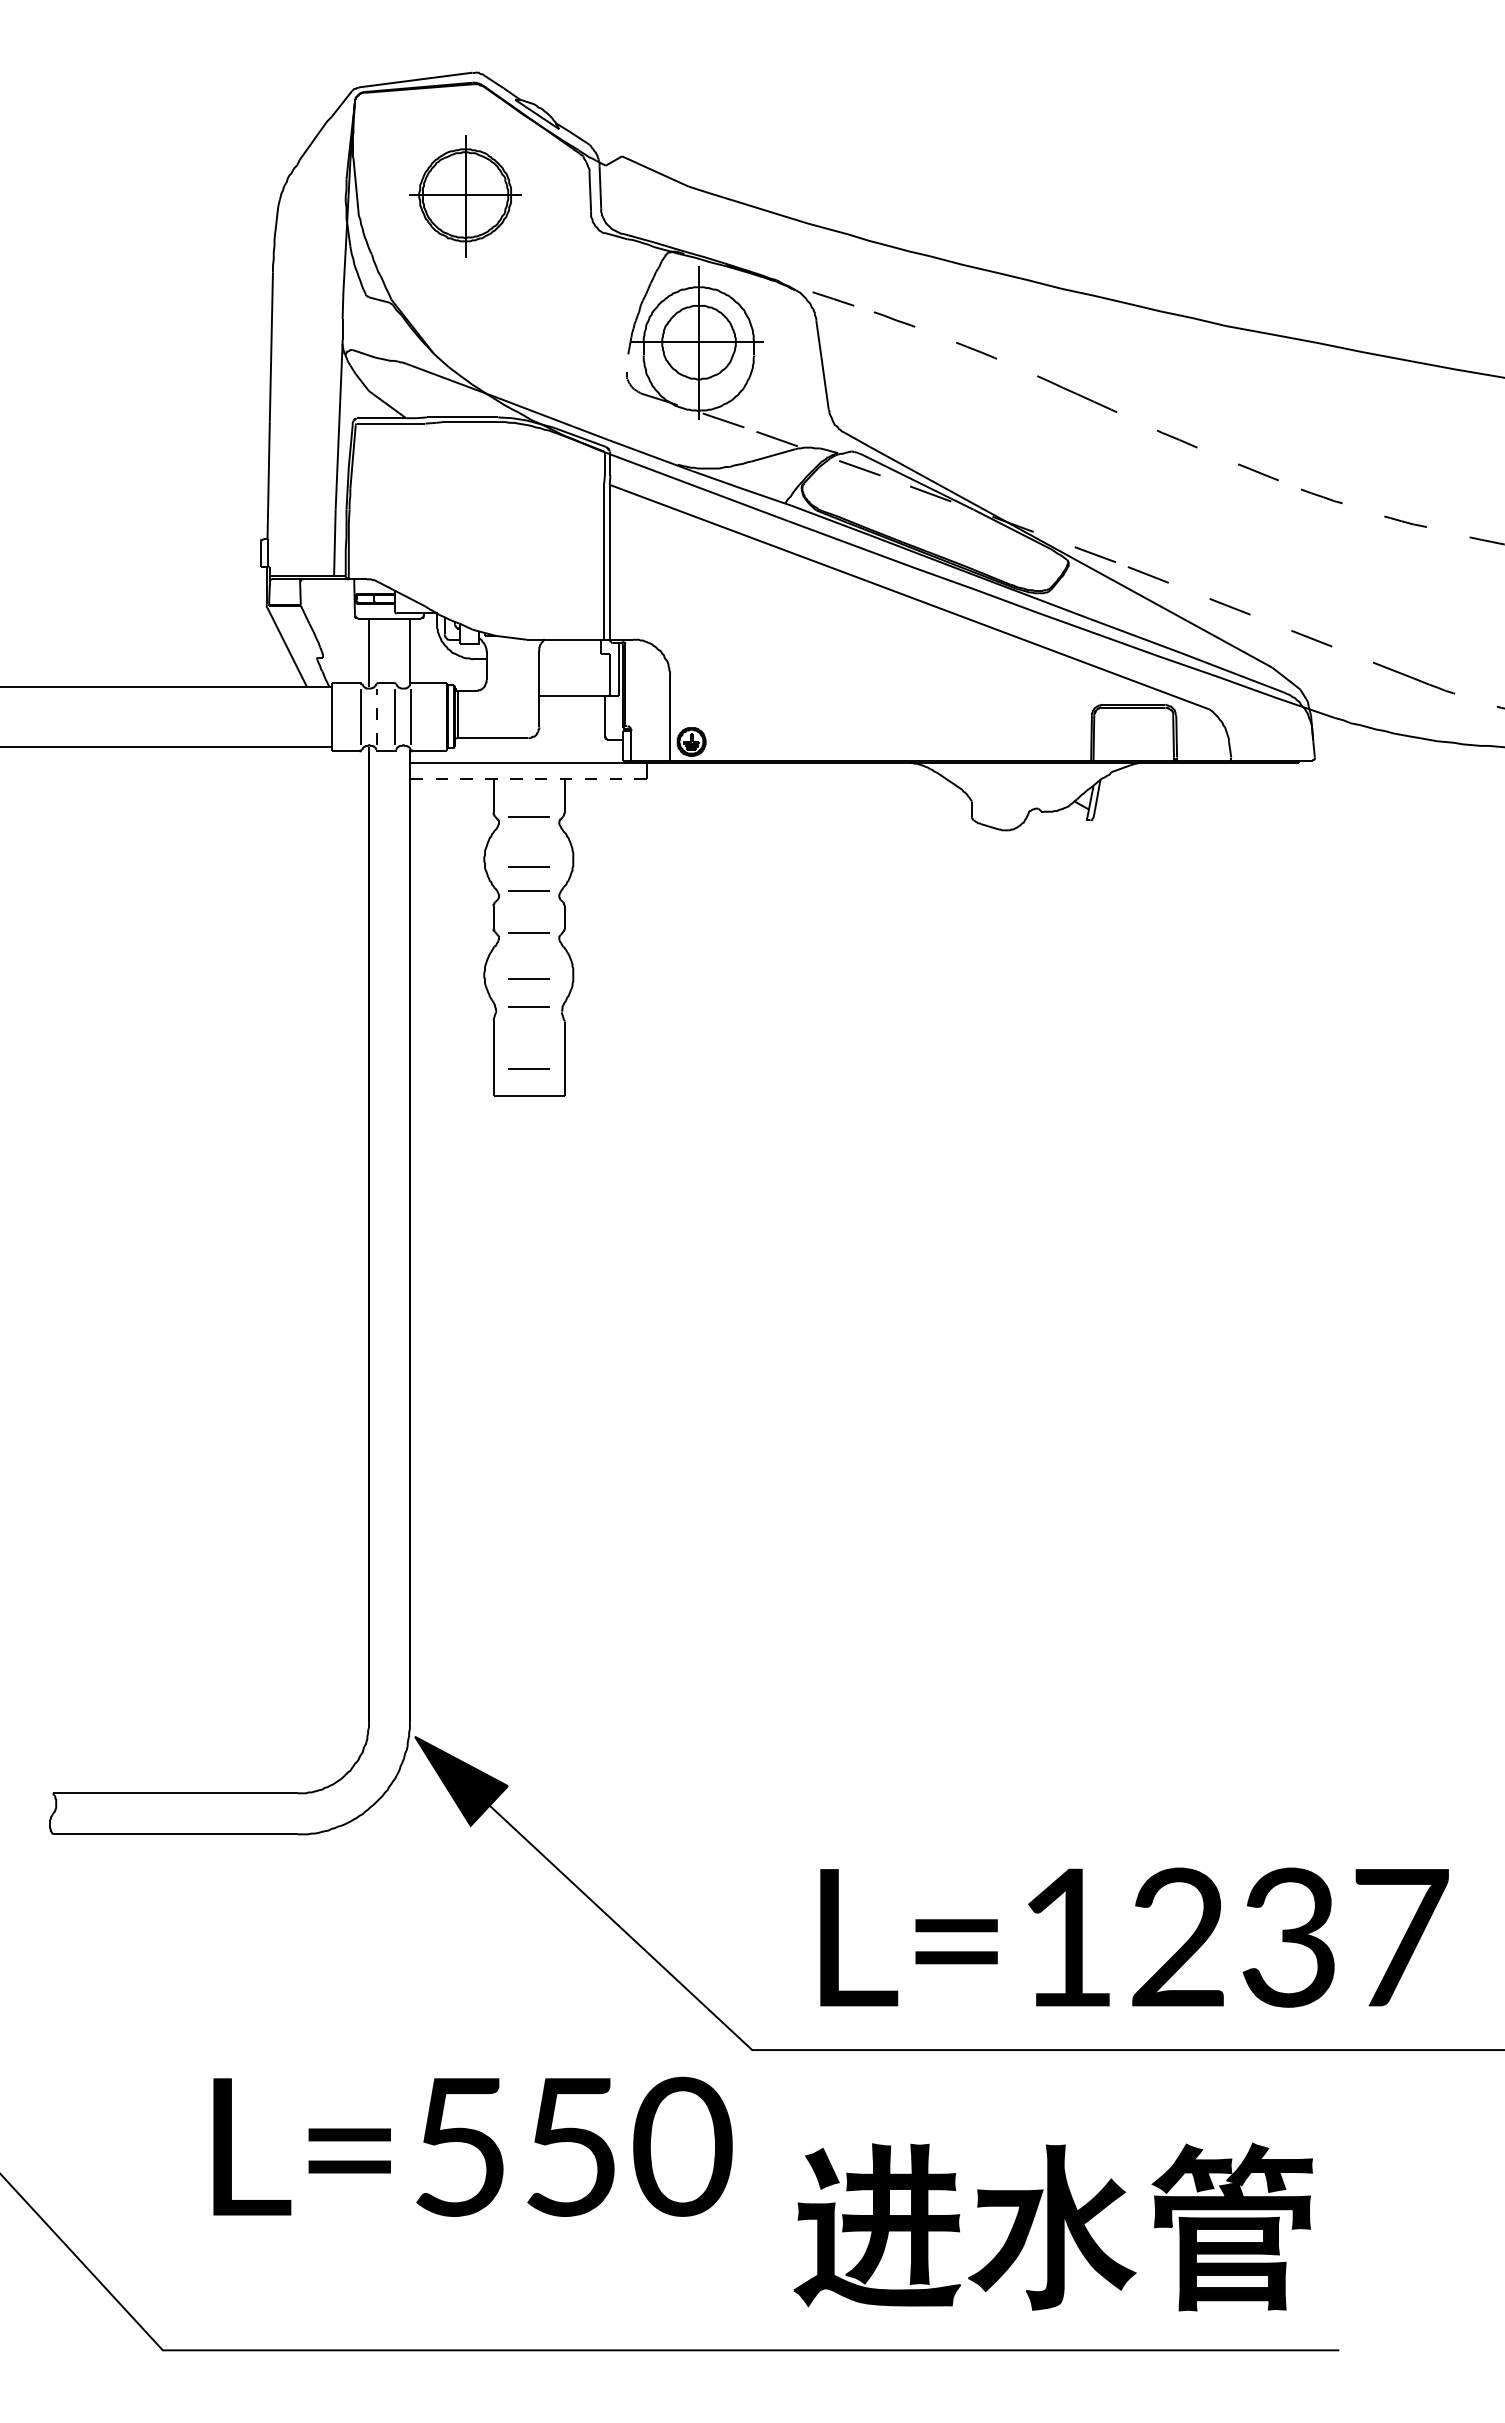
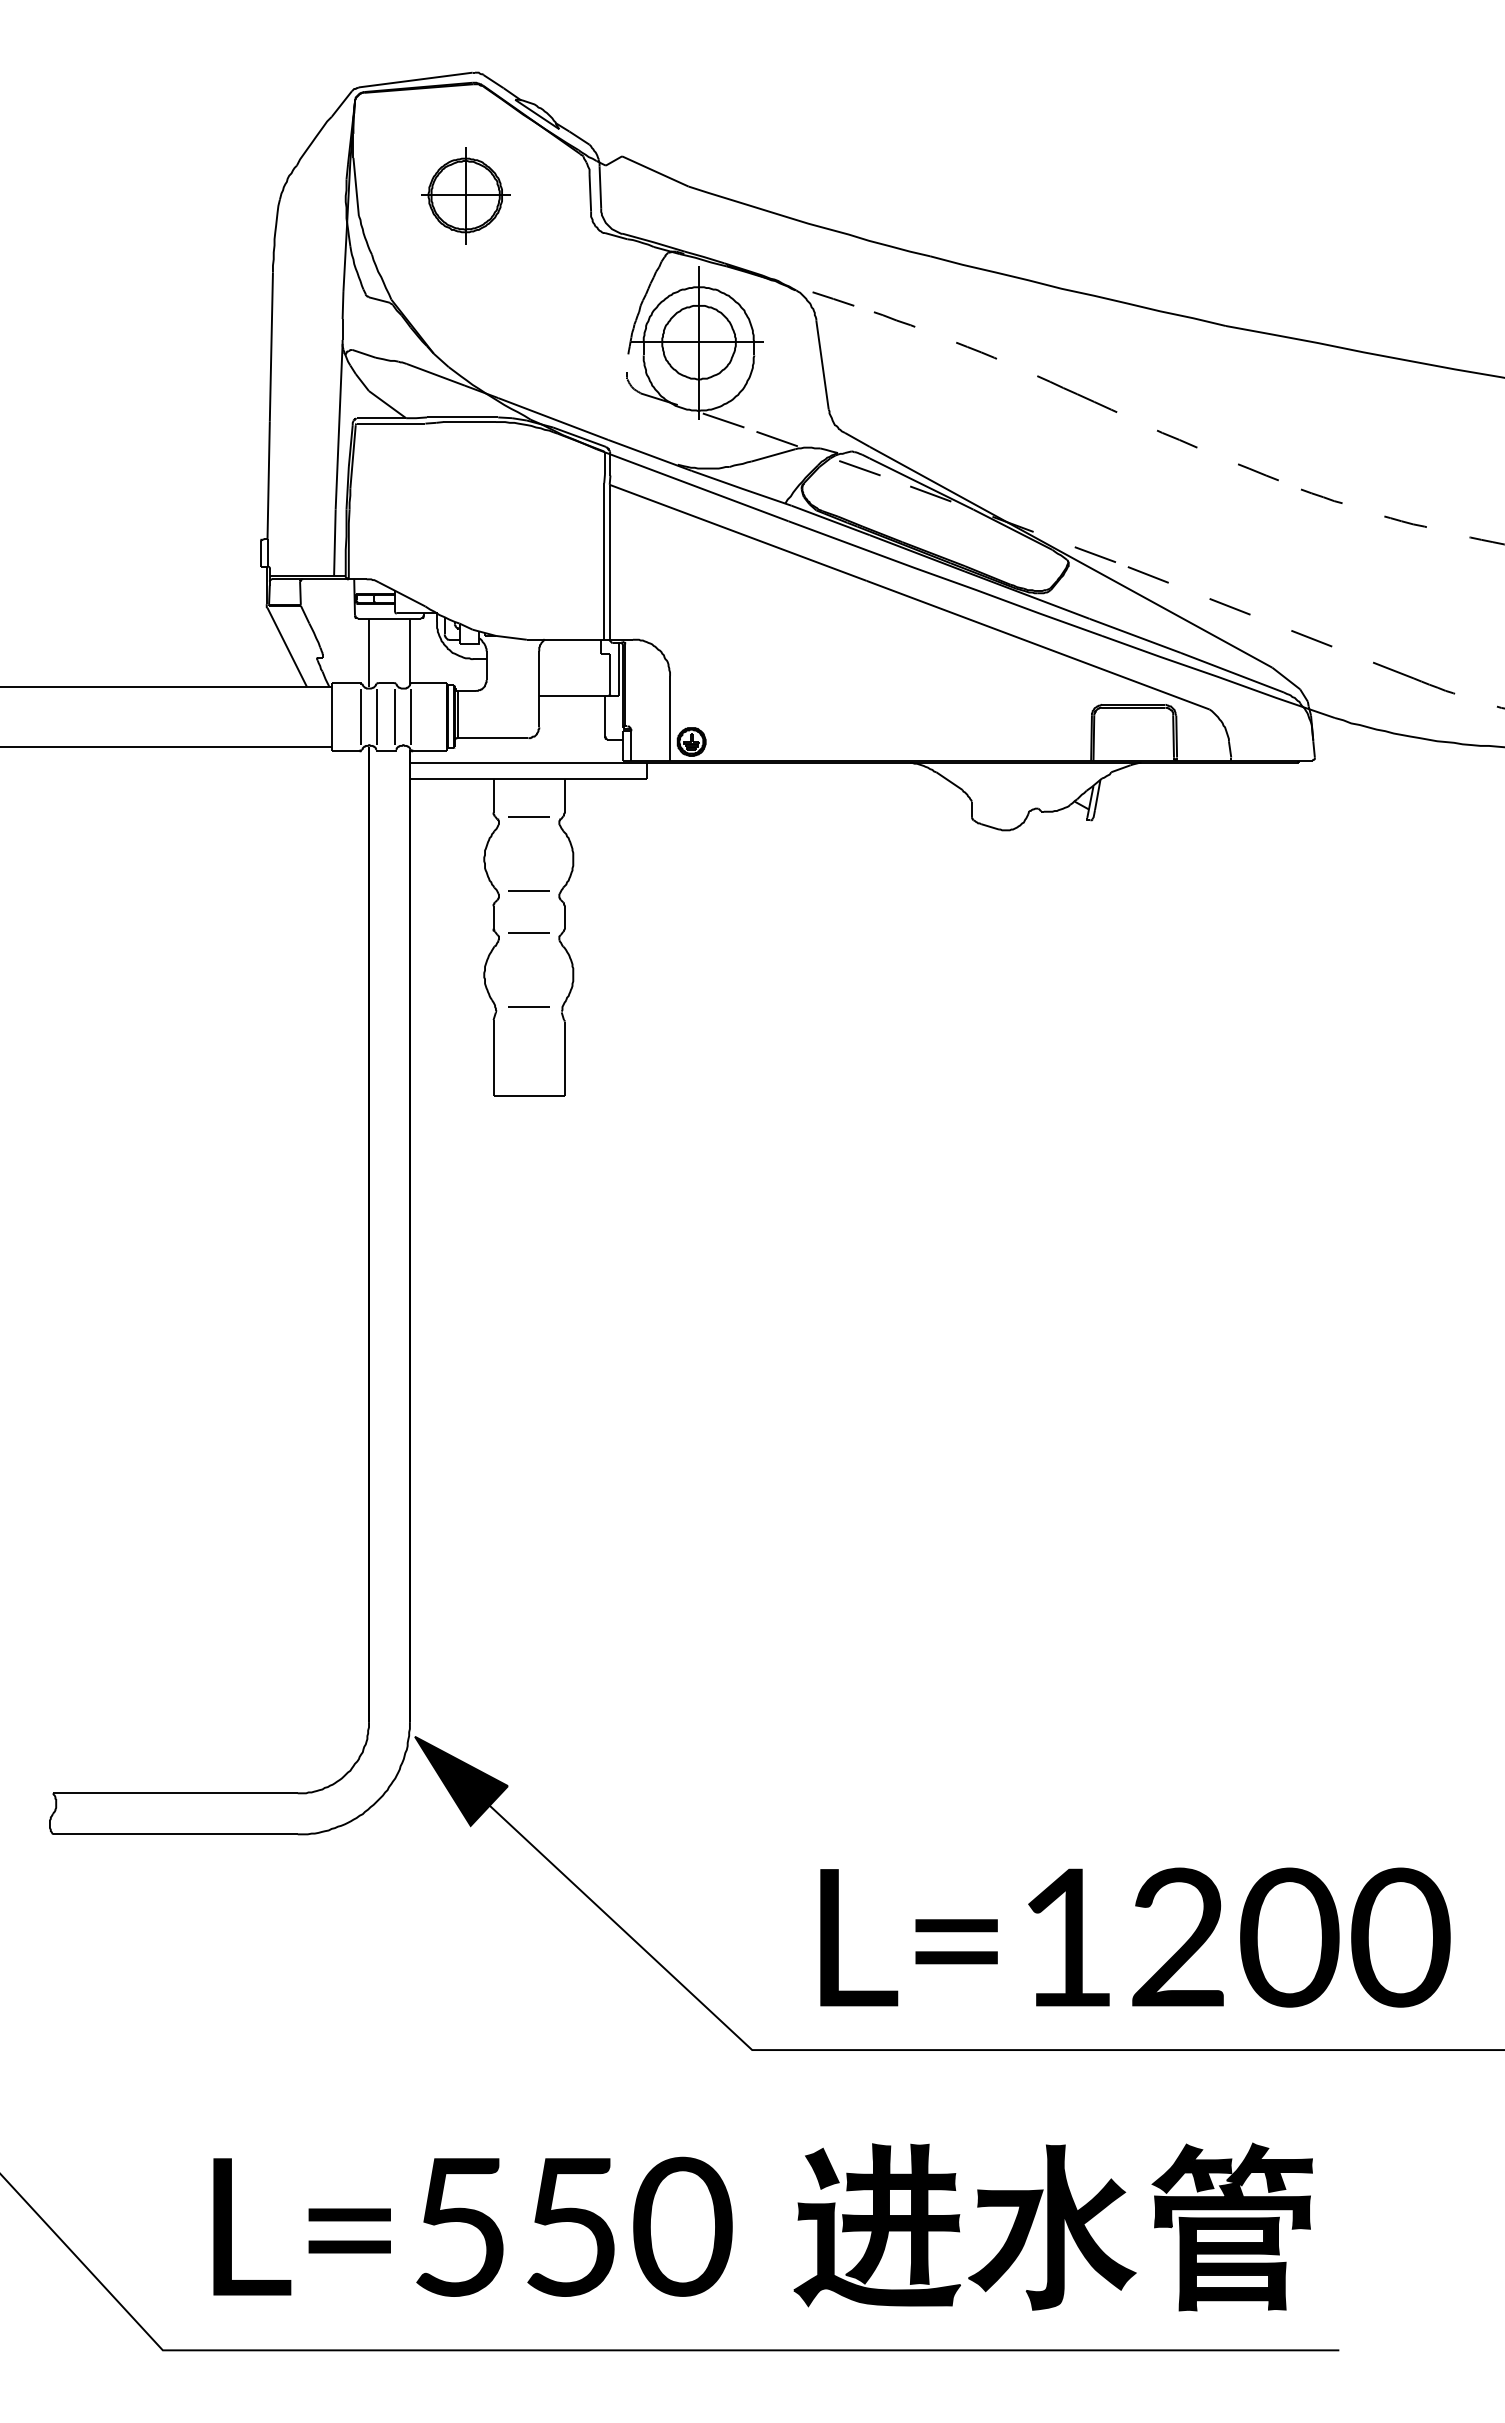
part at (465, 196) size: 113x123 px -> 90x98 px
line at (377, 716): dashed -> solid
line at (527, 779): dashed -> solid
line at (528, 866): present -> none
line at (528, 978): present -> none
line at (528, 1068): present -> none
text at (1345, 1937): L=1237 -> L=1200
text at (472, 2146) position: (472, 2146) -> (472, 2226)
